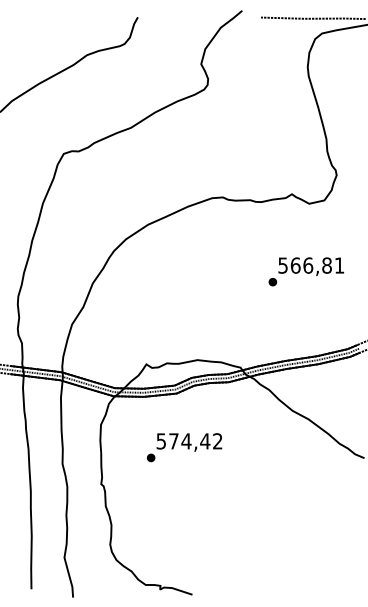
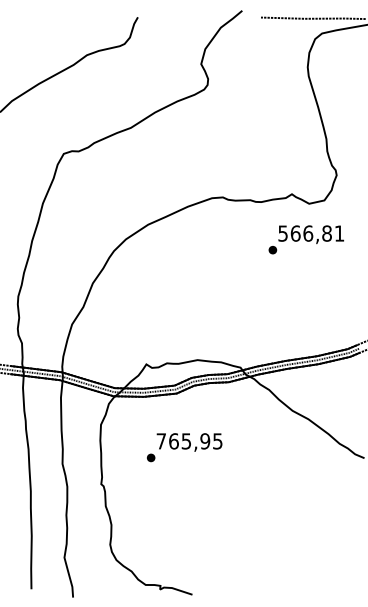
text at (305, 271) position: (305, 271) -> (305, 239)
text at (189, 441): 574,42 -> 765,95
